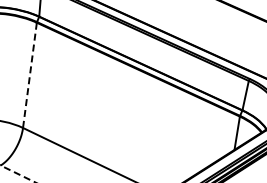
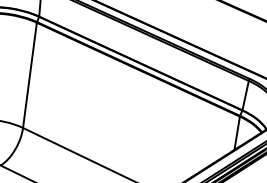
line at (29, 75): dashed -> solid
line at (17, 173): dashed -> solid
